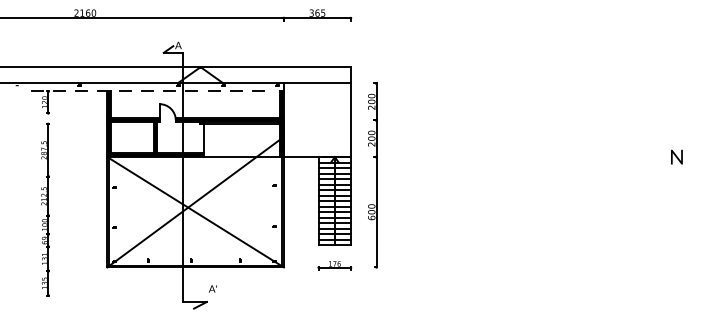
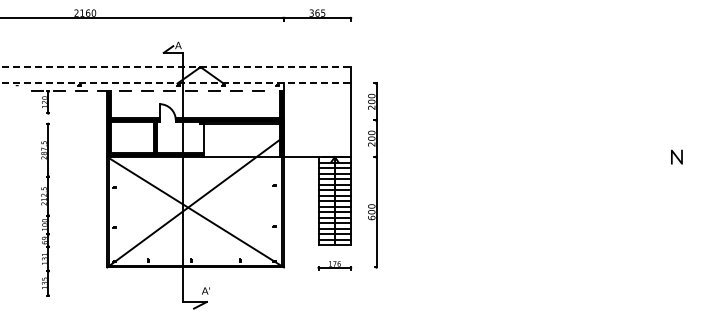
line at (176, 66): solid -> dashed
line at (176, 83): solid -> dashed
text at (212, 288) position: (212, 288) -> (205, 290)
